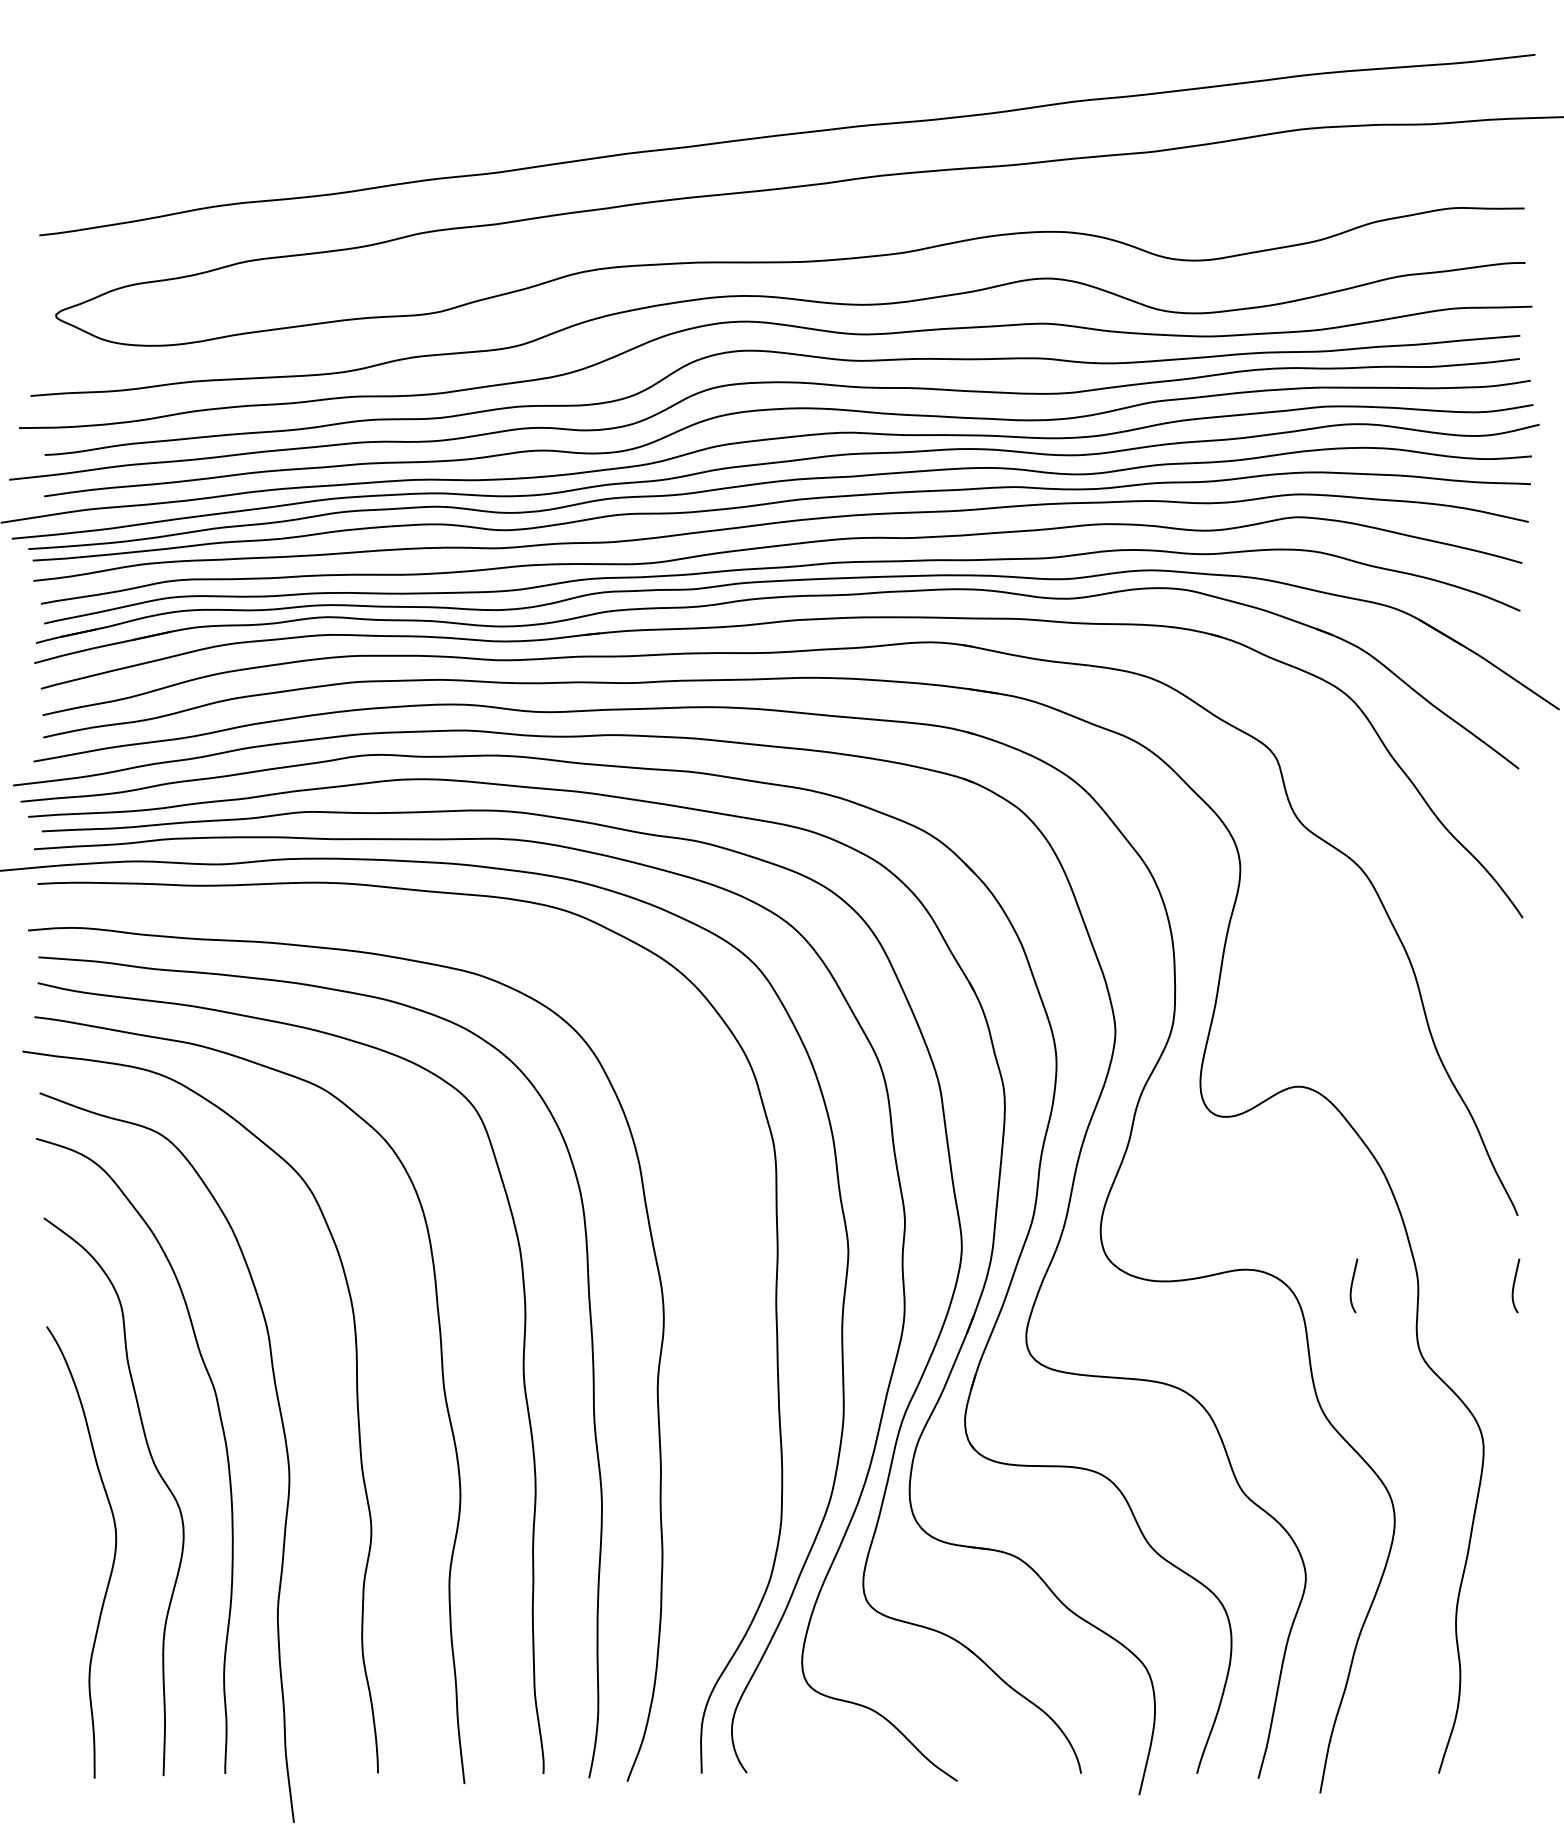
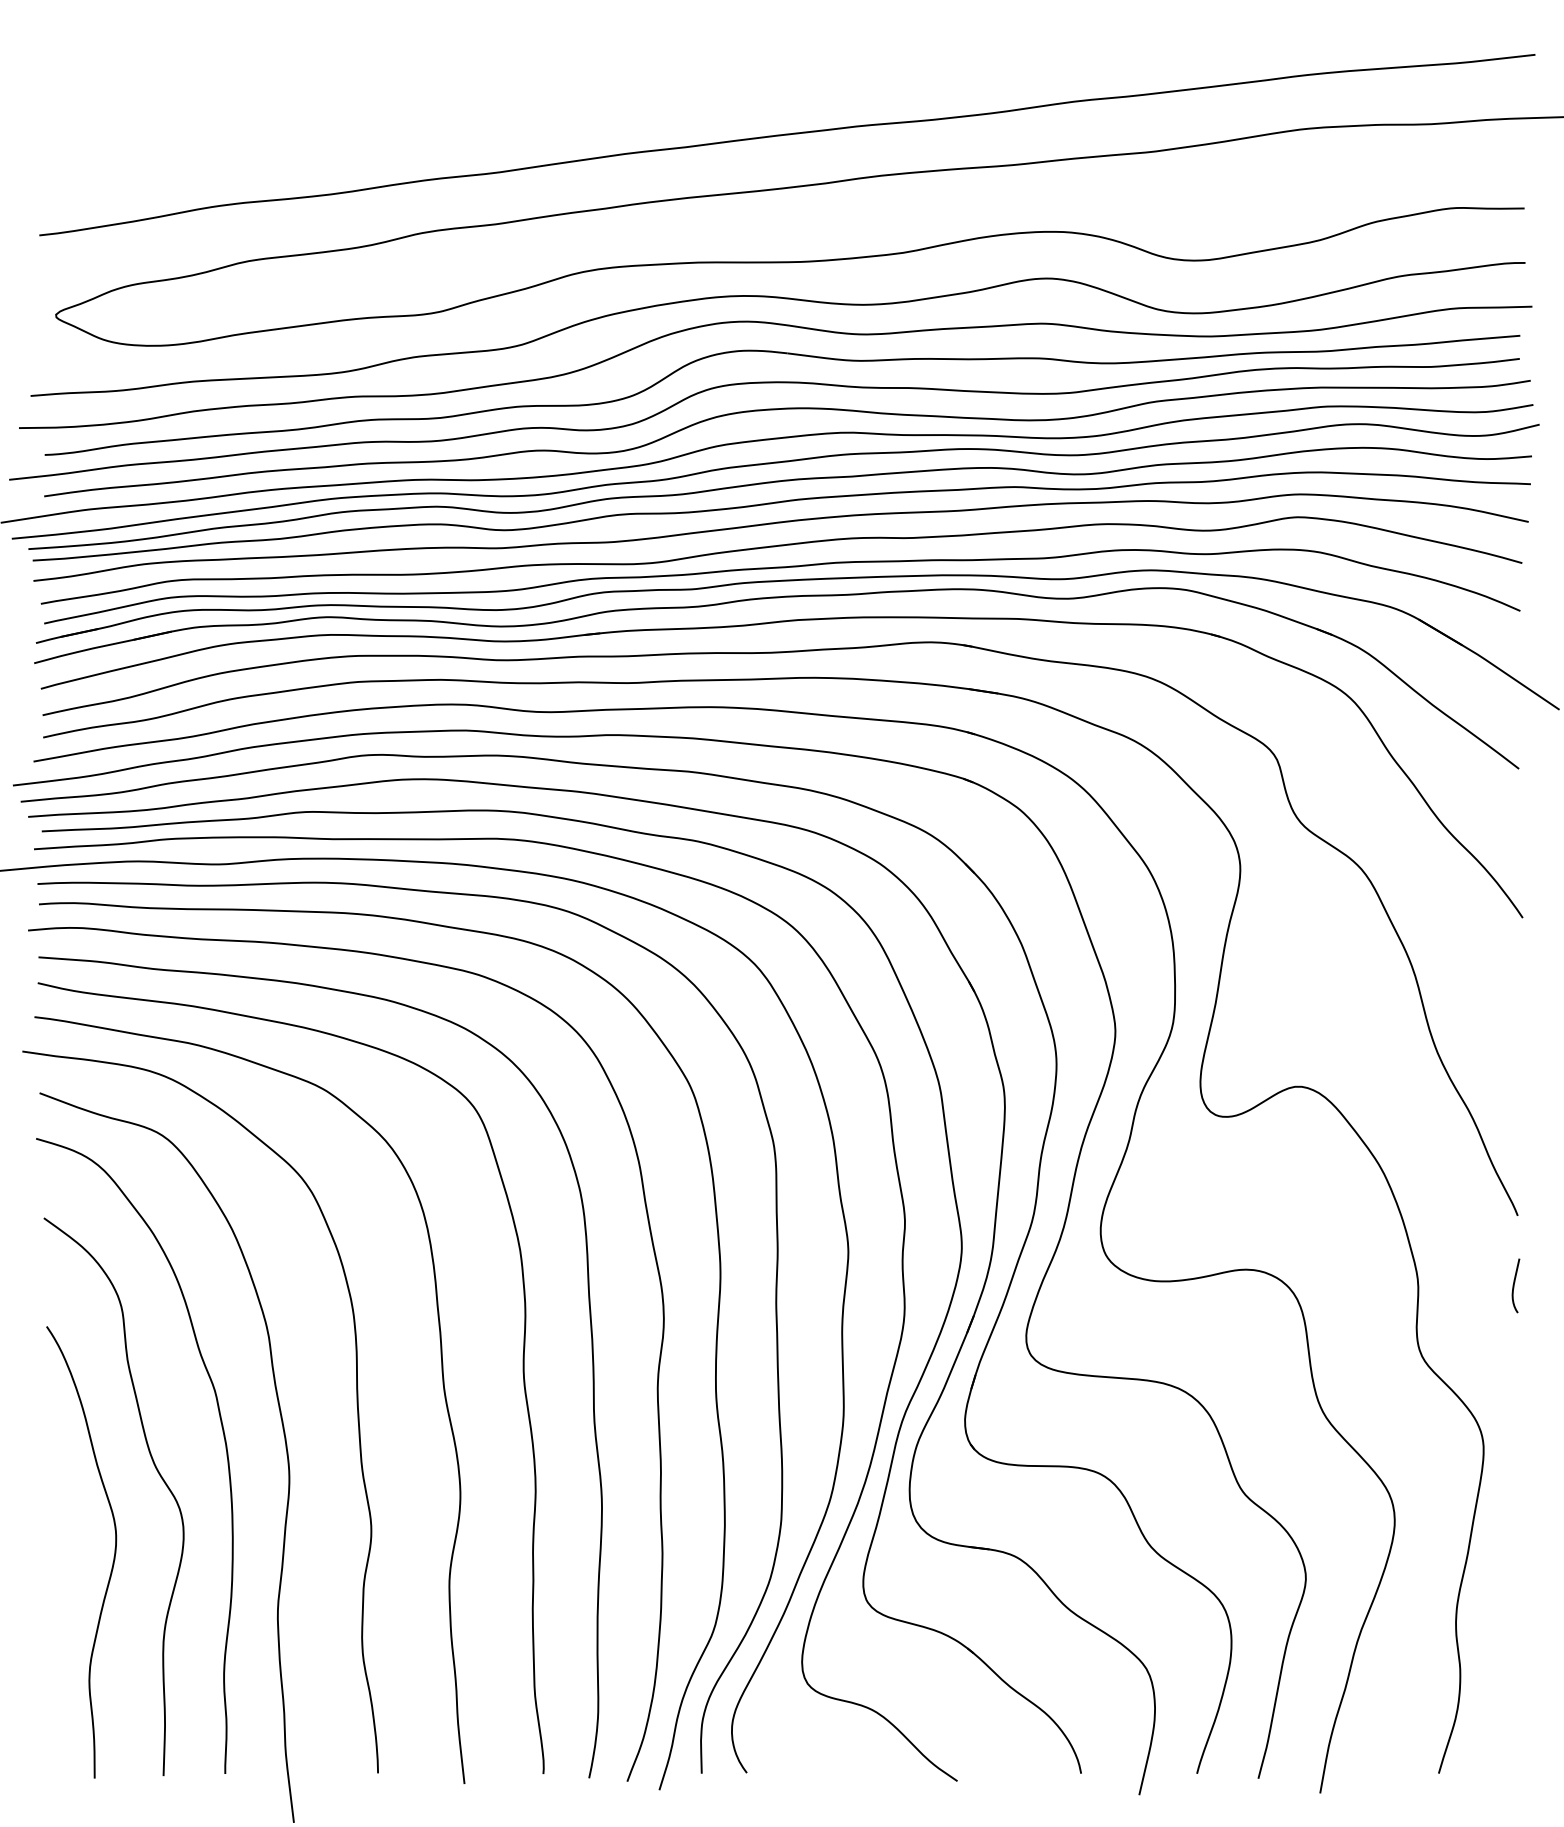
curve at (1352, 1285): present -> none
curve at (715, 1346): none -> present
